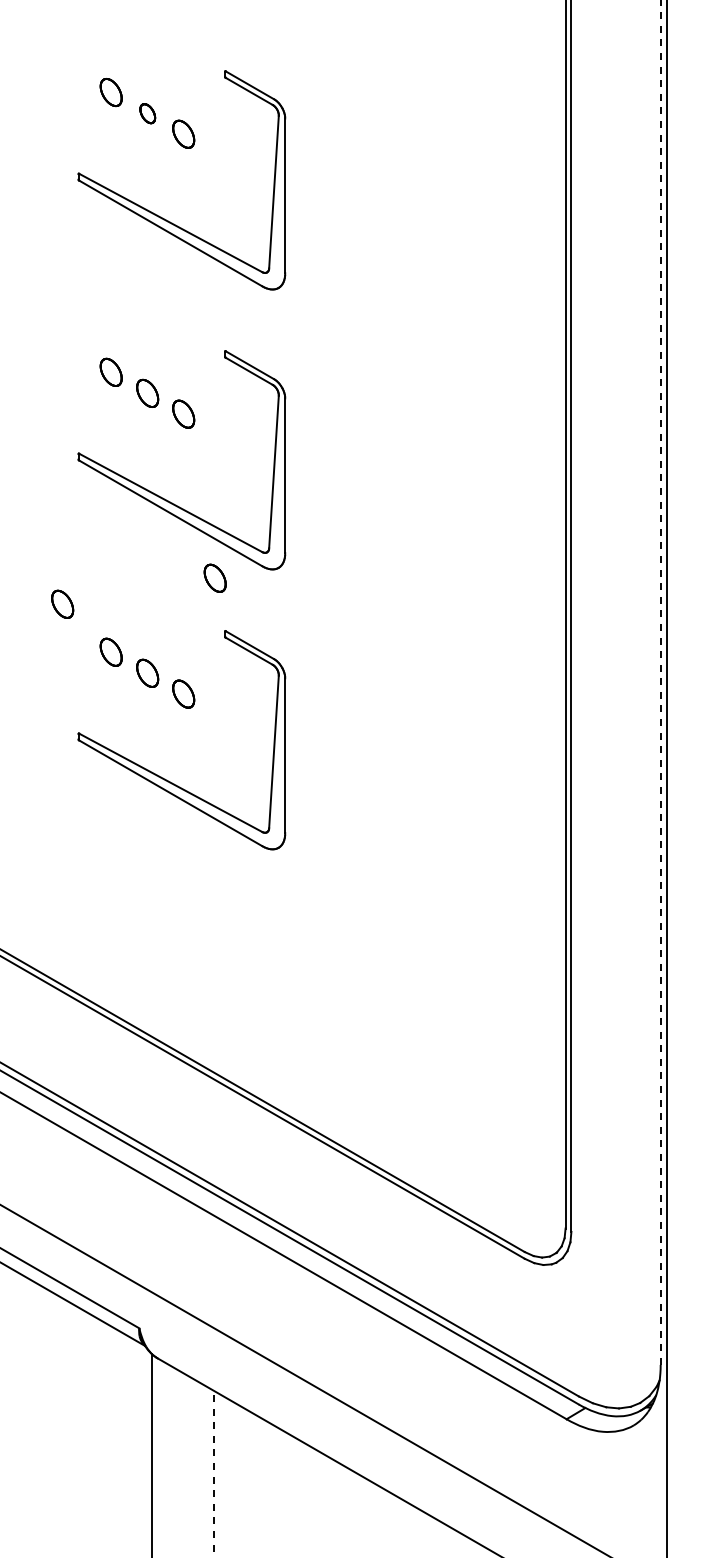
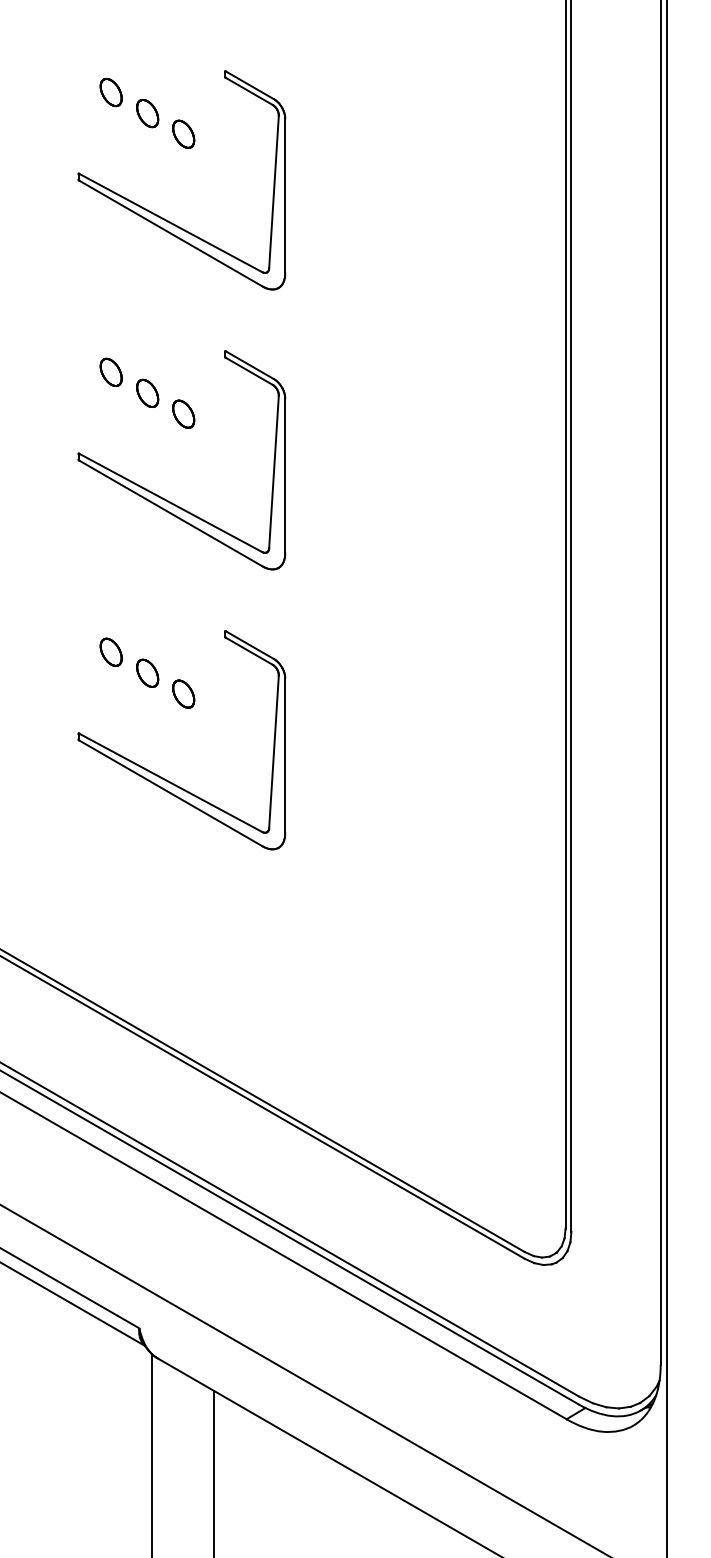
part at (147, 113) size: 18x22 px -> 24x30 px
part at (214, 577): present -> none
part at (62, 603): present -> none
line at (660, 682): dashed -> solid
line at (214, 1474): dashed -> solid
